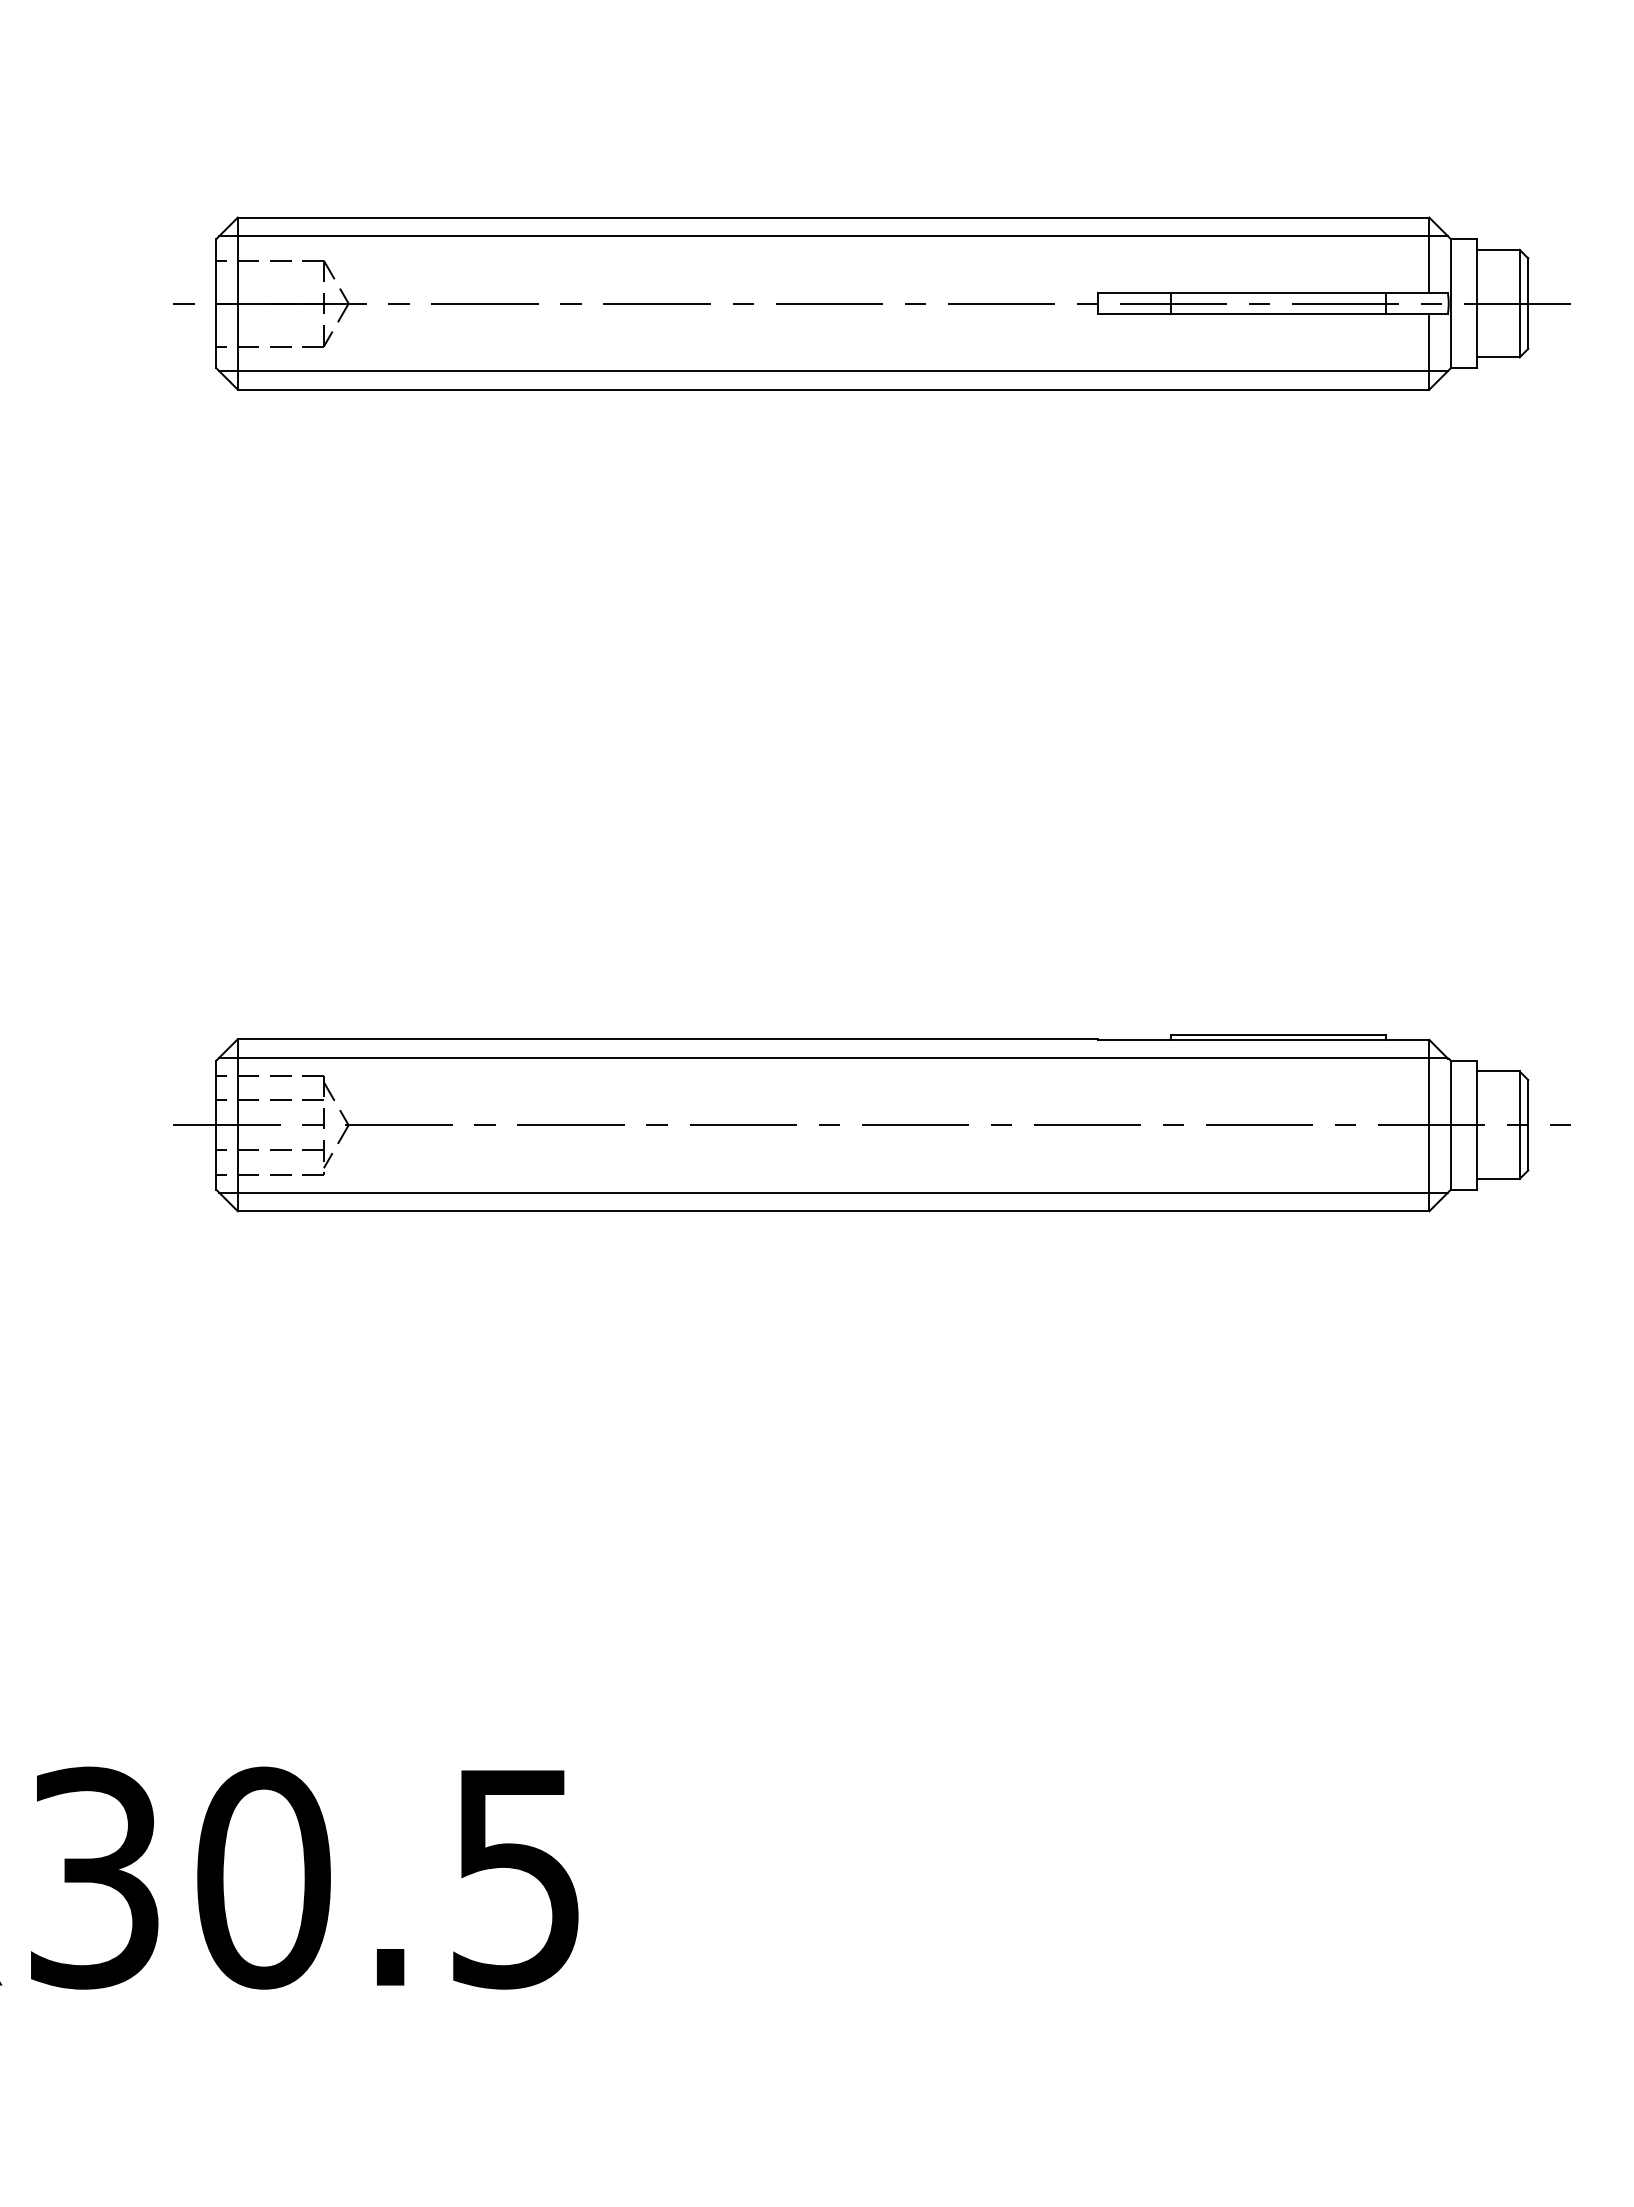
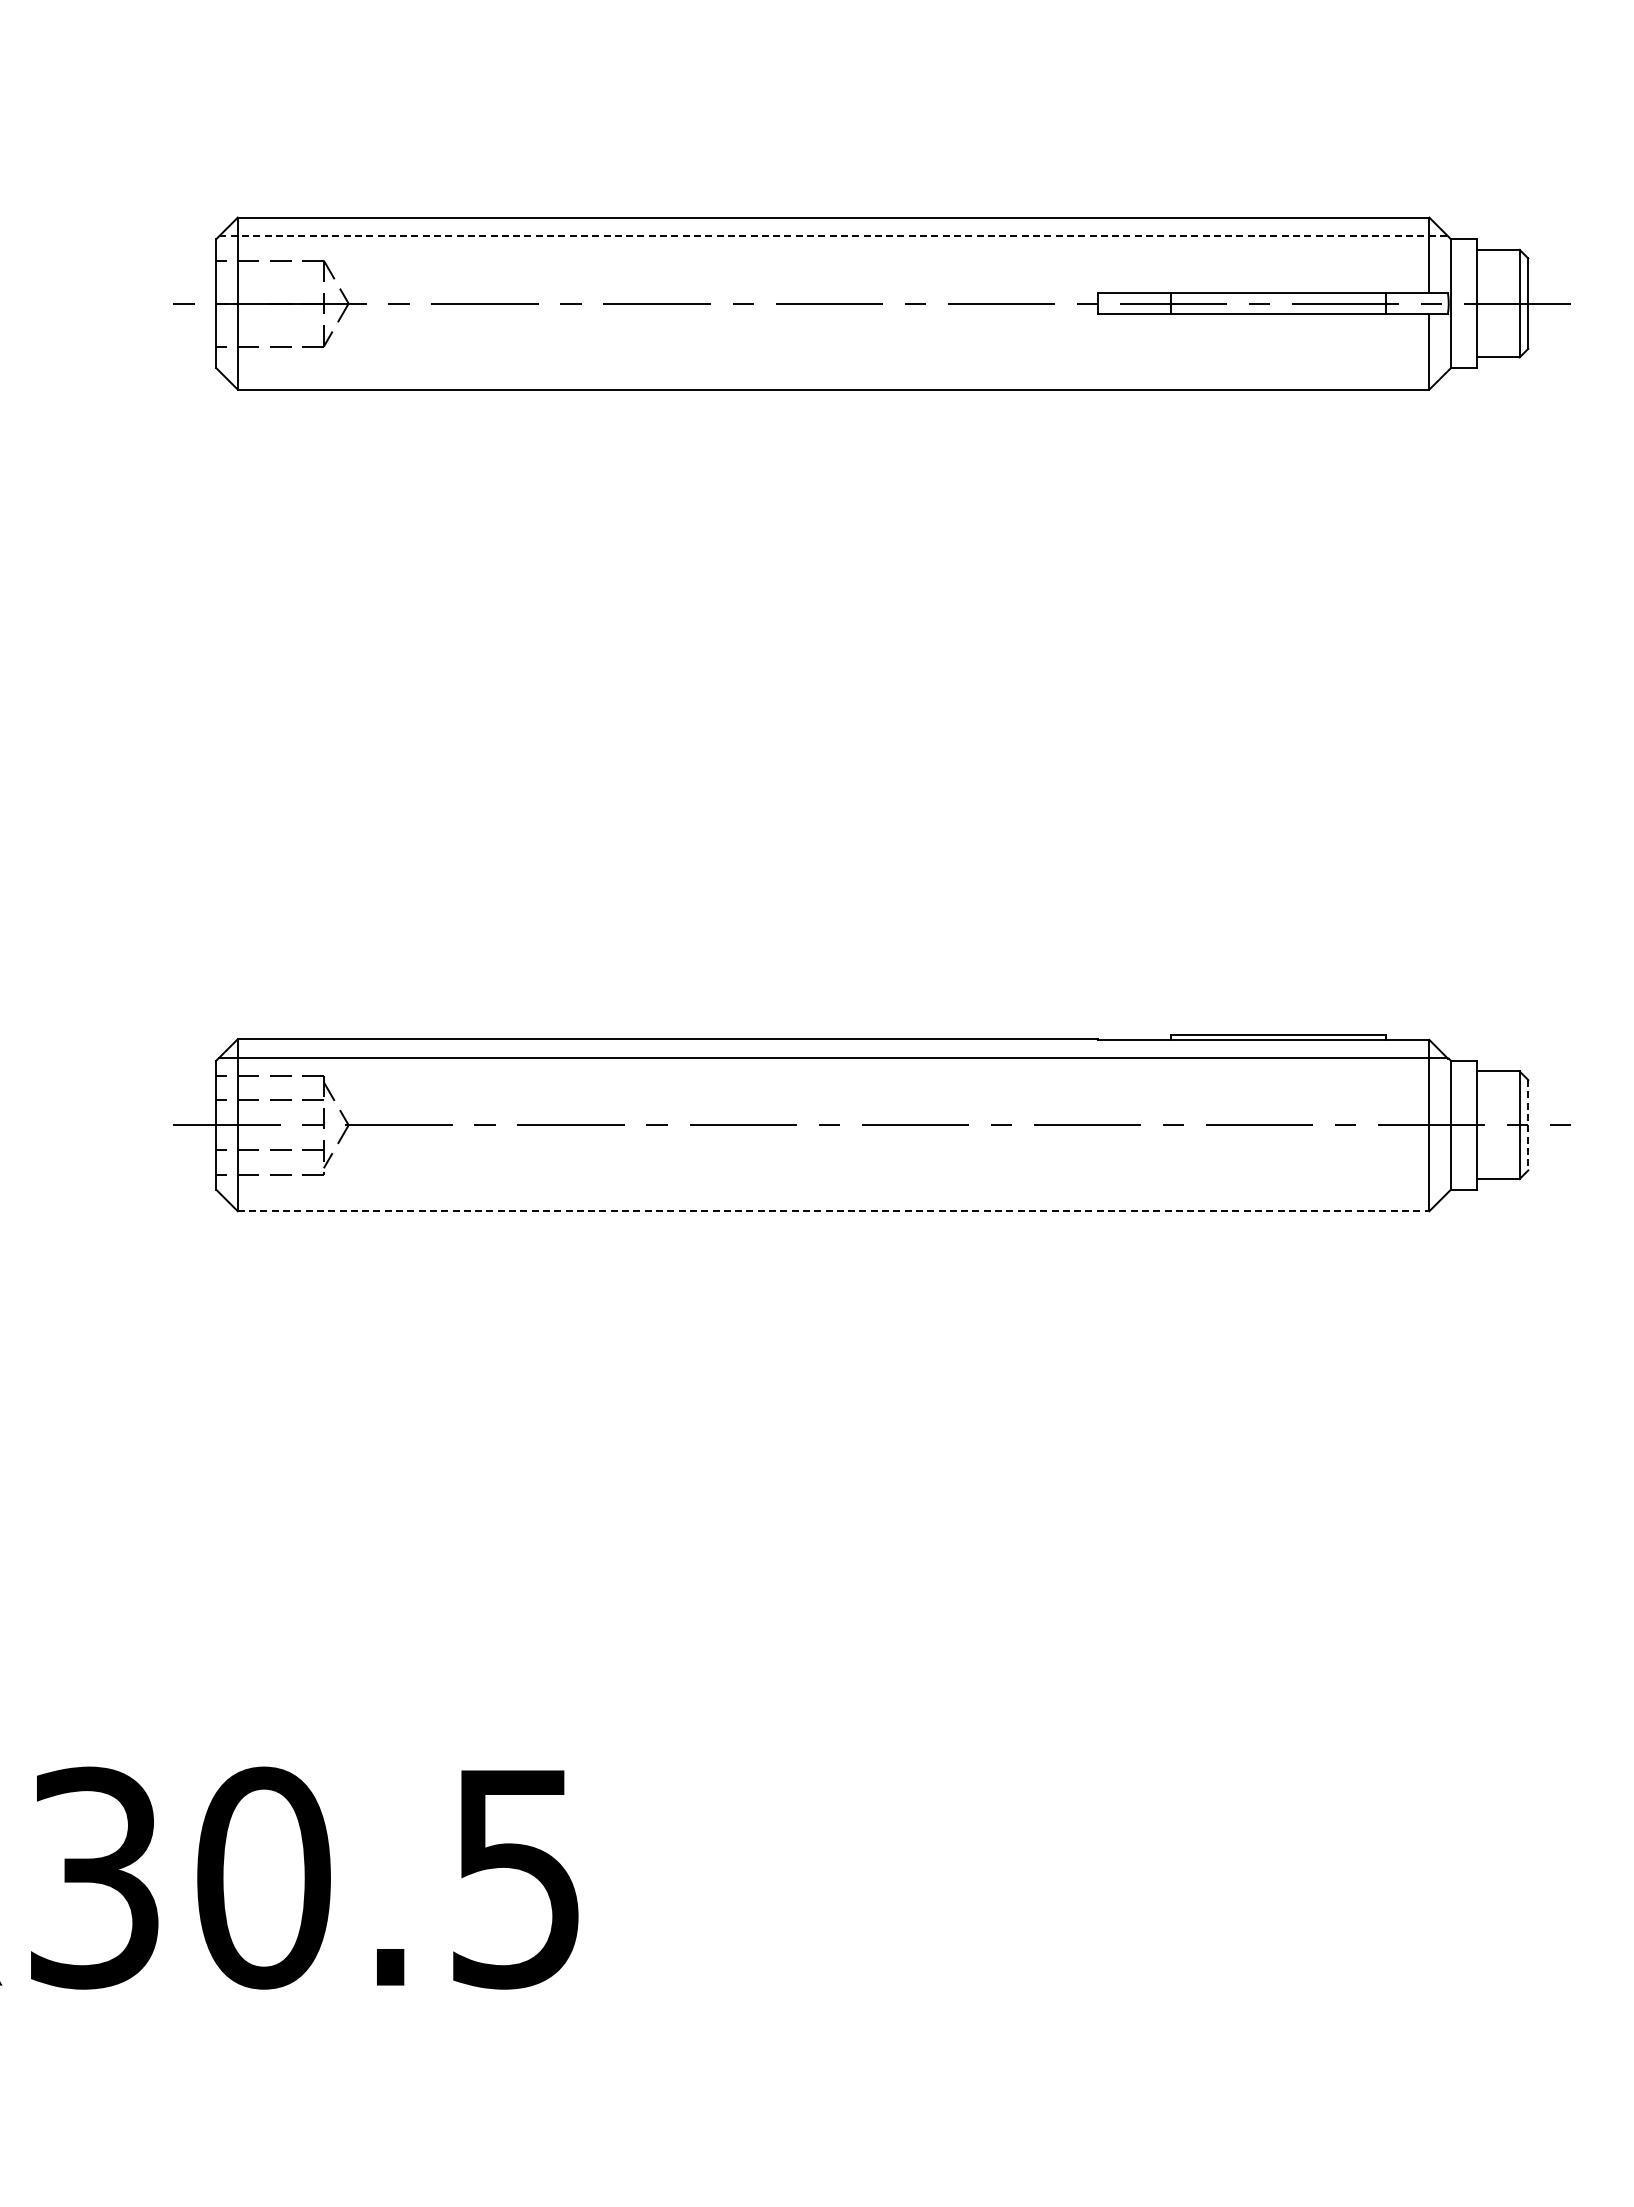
line at (834, 236): solid -> dashed
line at (833, 371): present -> none
line at (1528, 1125): solid -> dashed
line at (833, 1192): present -> none
line at (833, 1211): solid -> dashed
